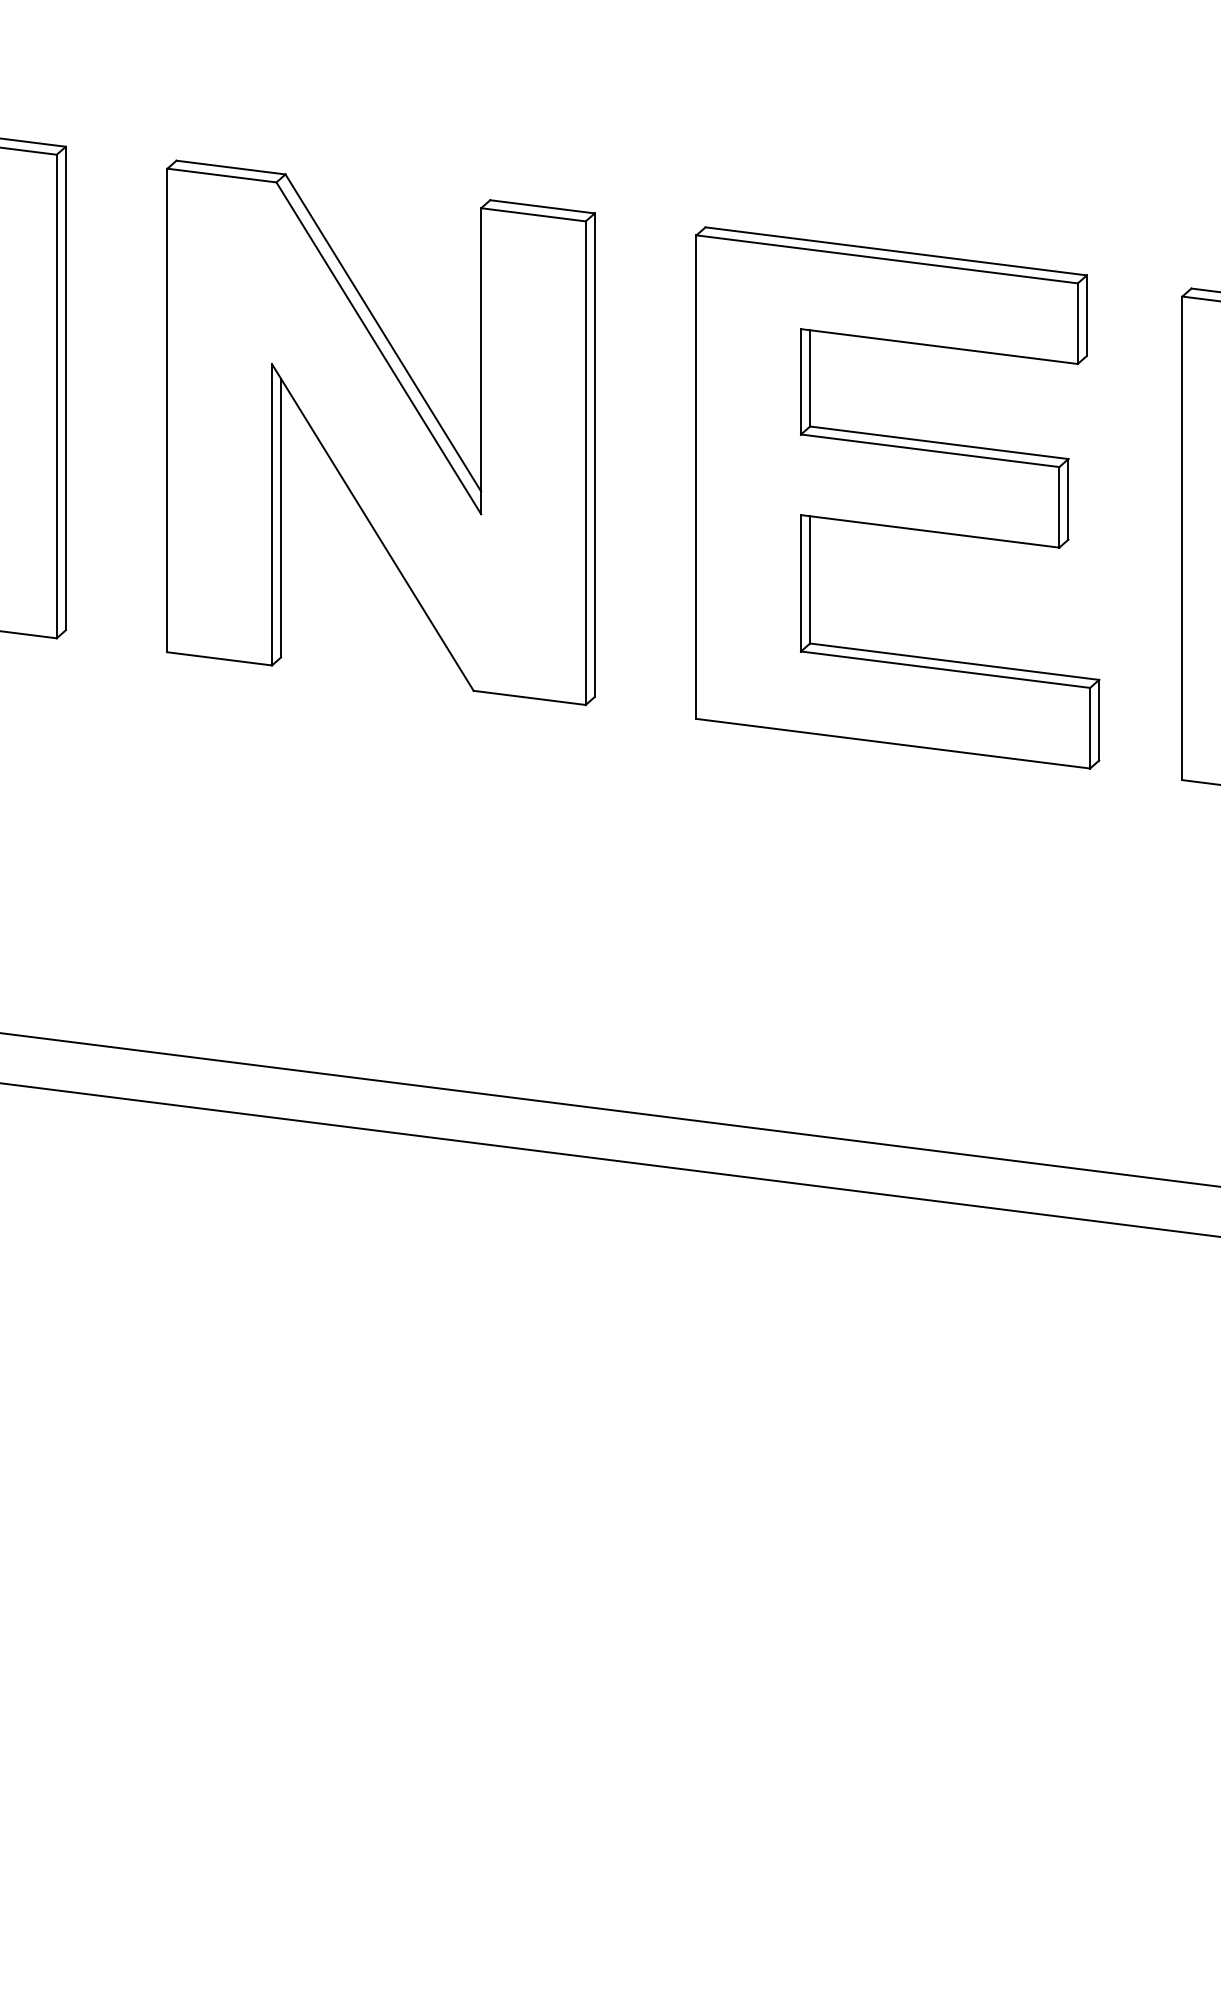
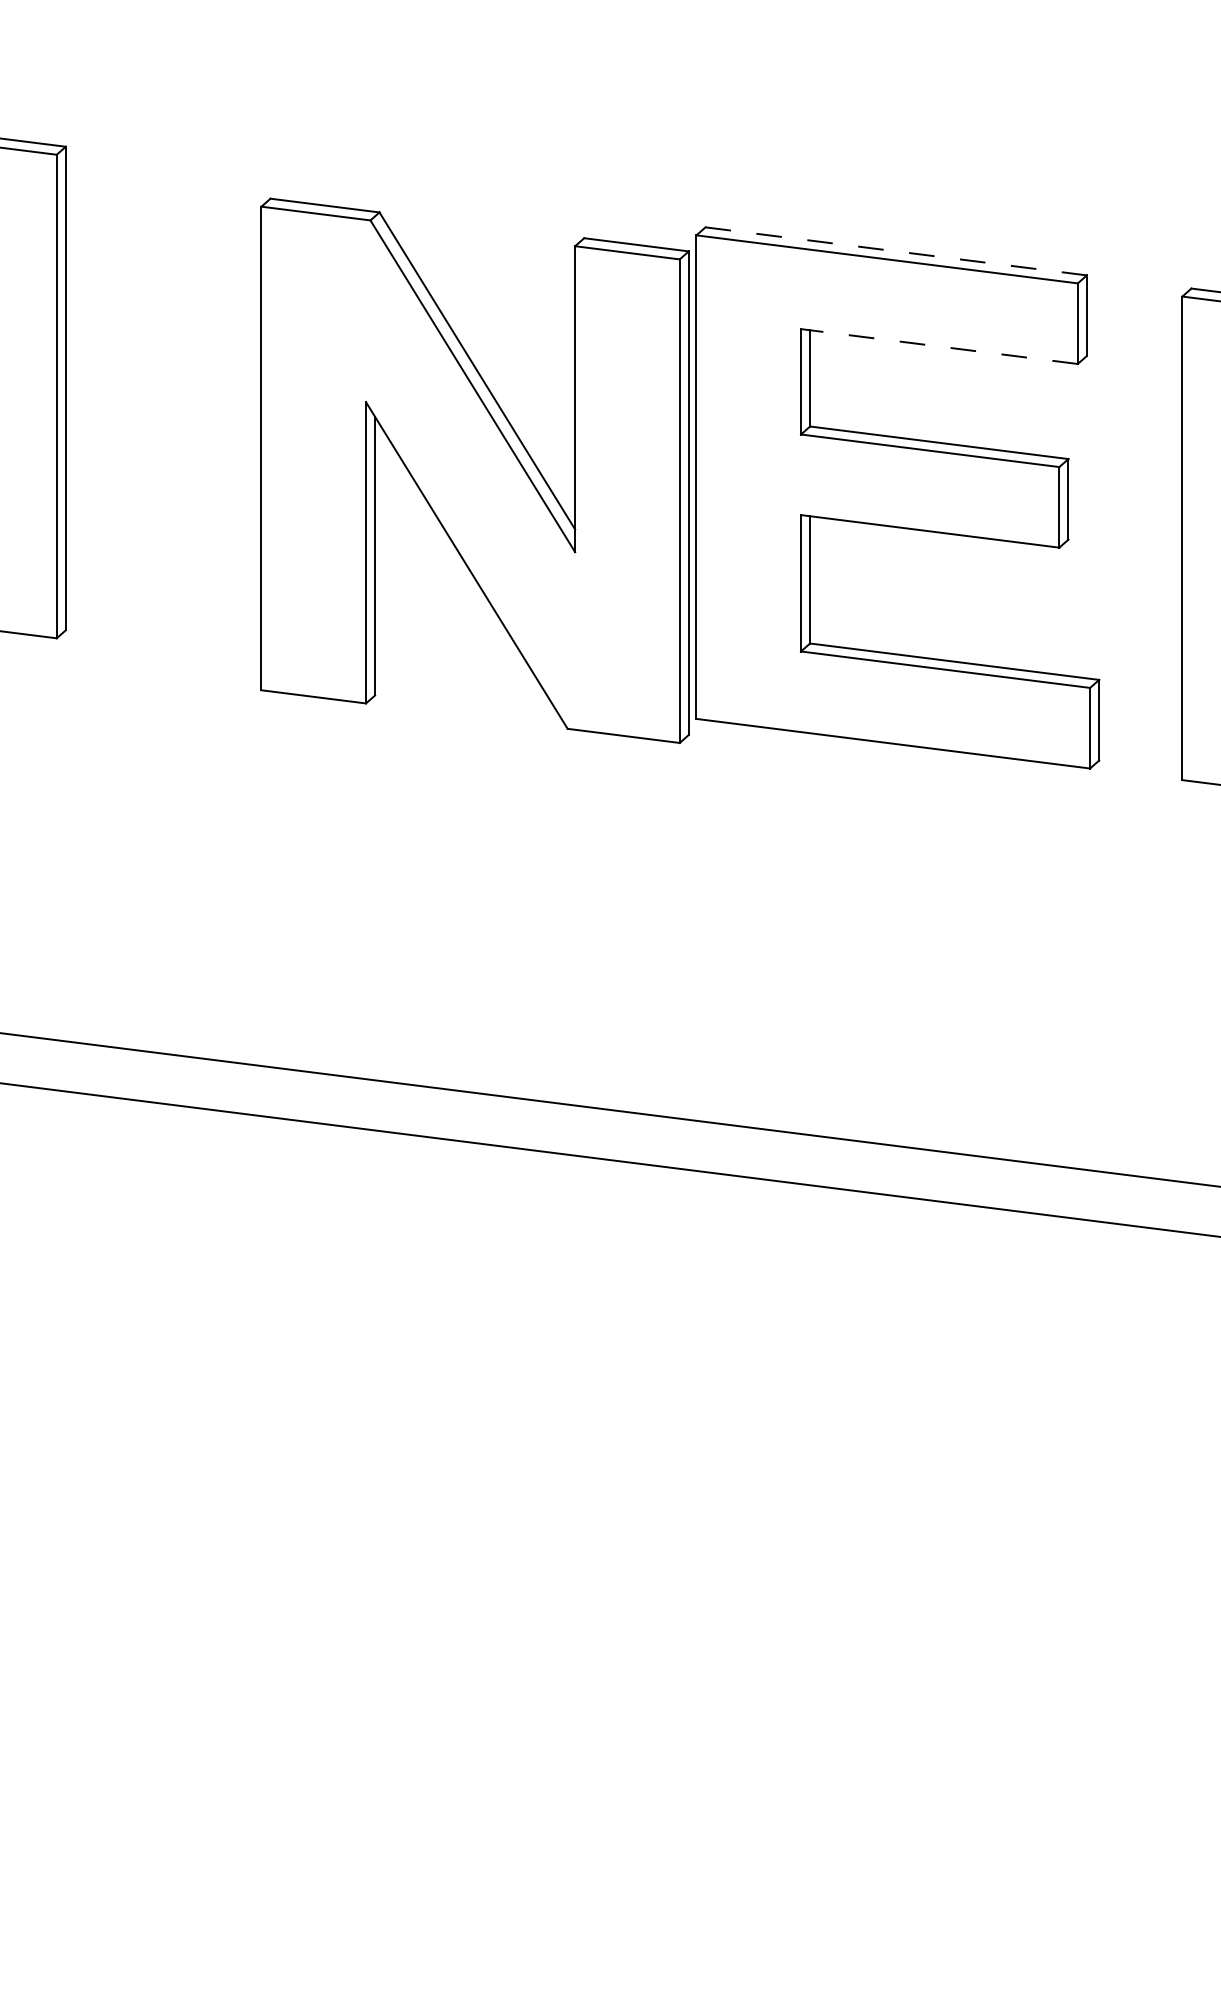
line at (896, 251): solid -> dashed
line at (939, 346): solid -> dashed
part at (380, 432) position: (380, 432) -> (474, 470)
